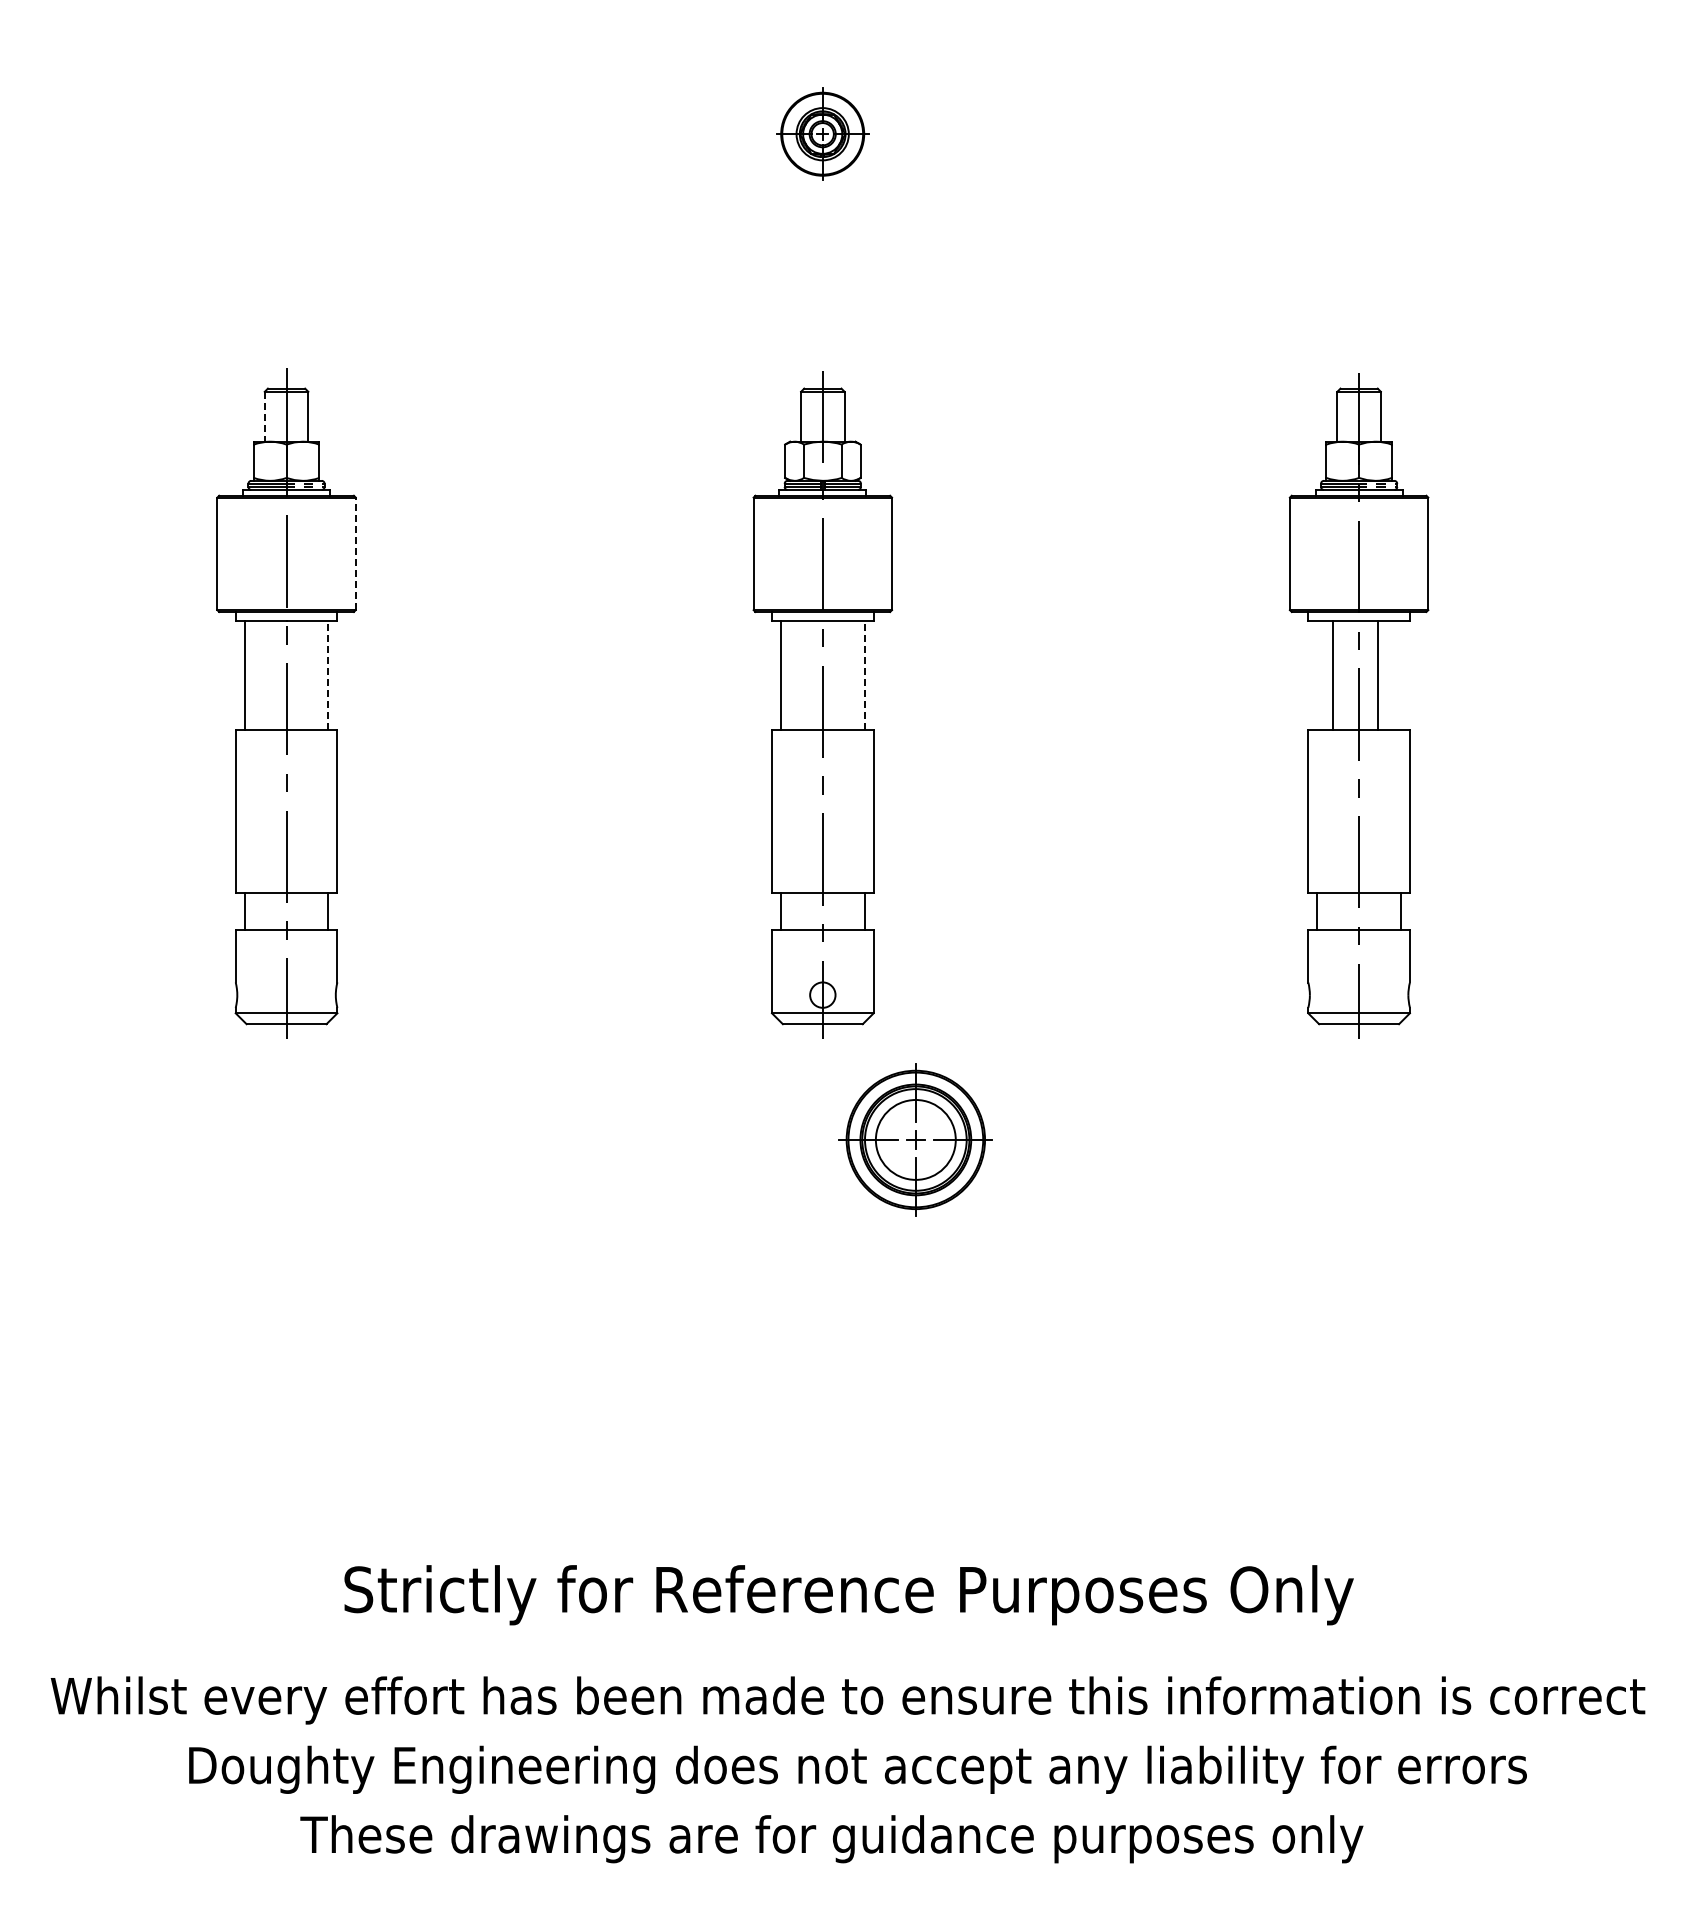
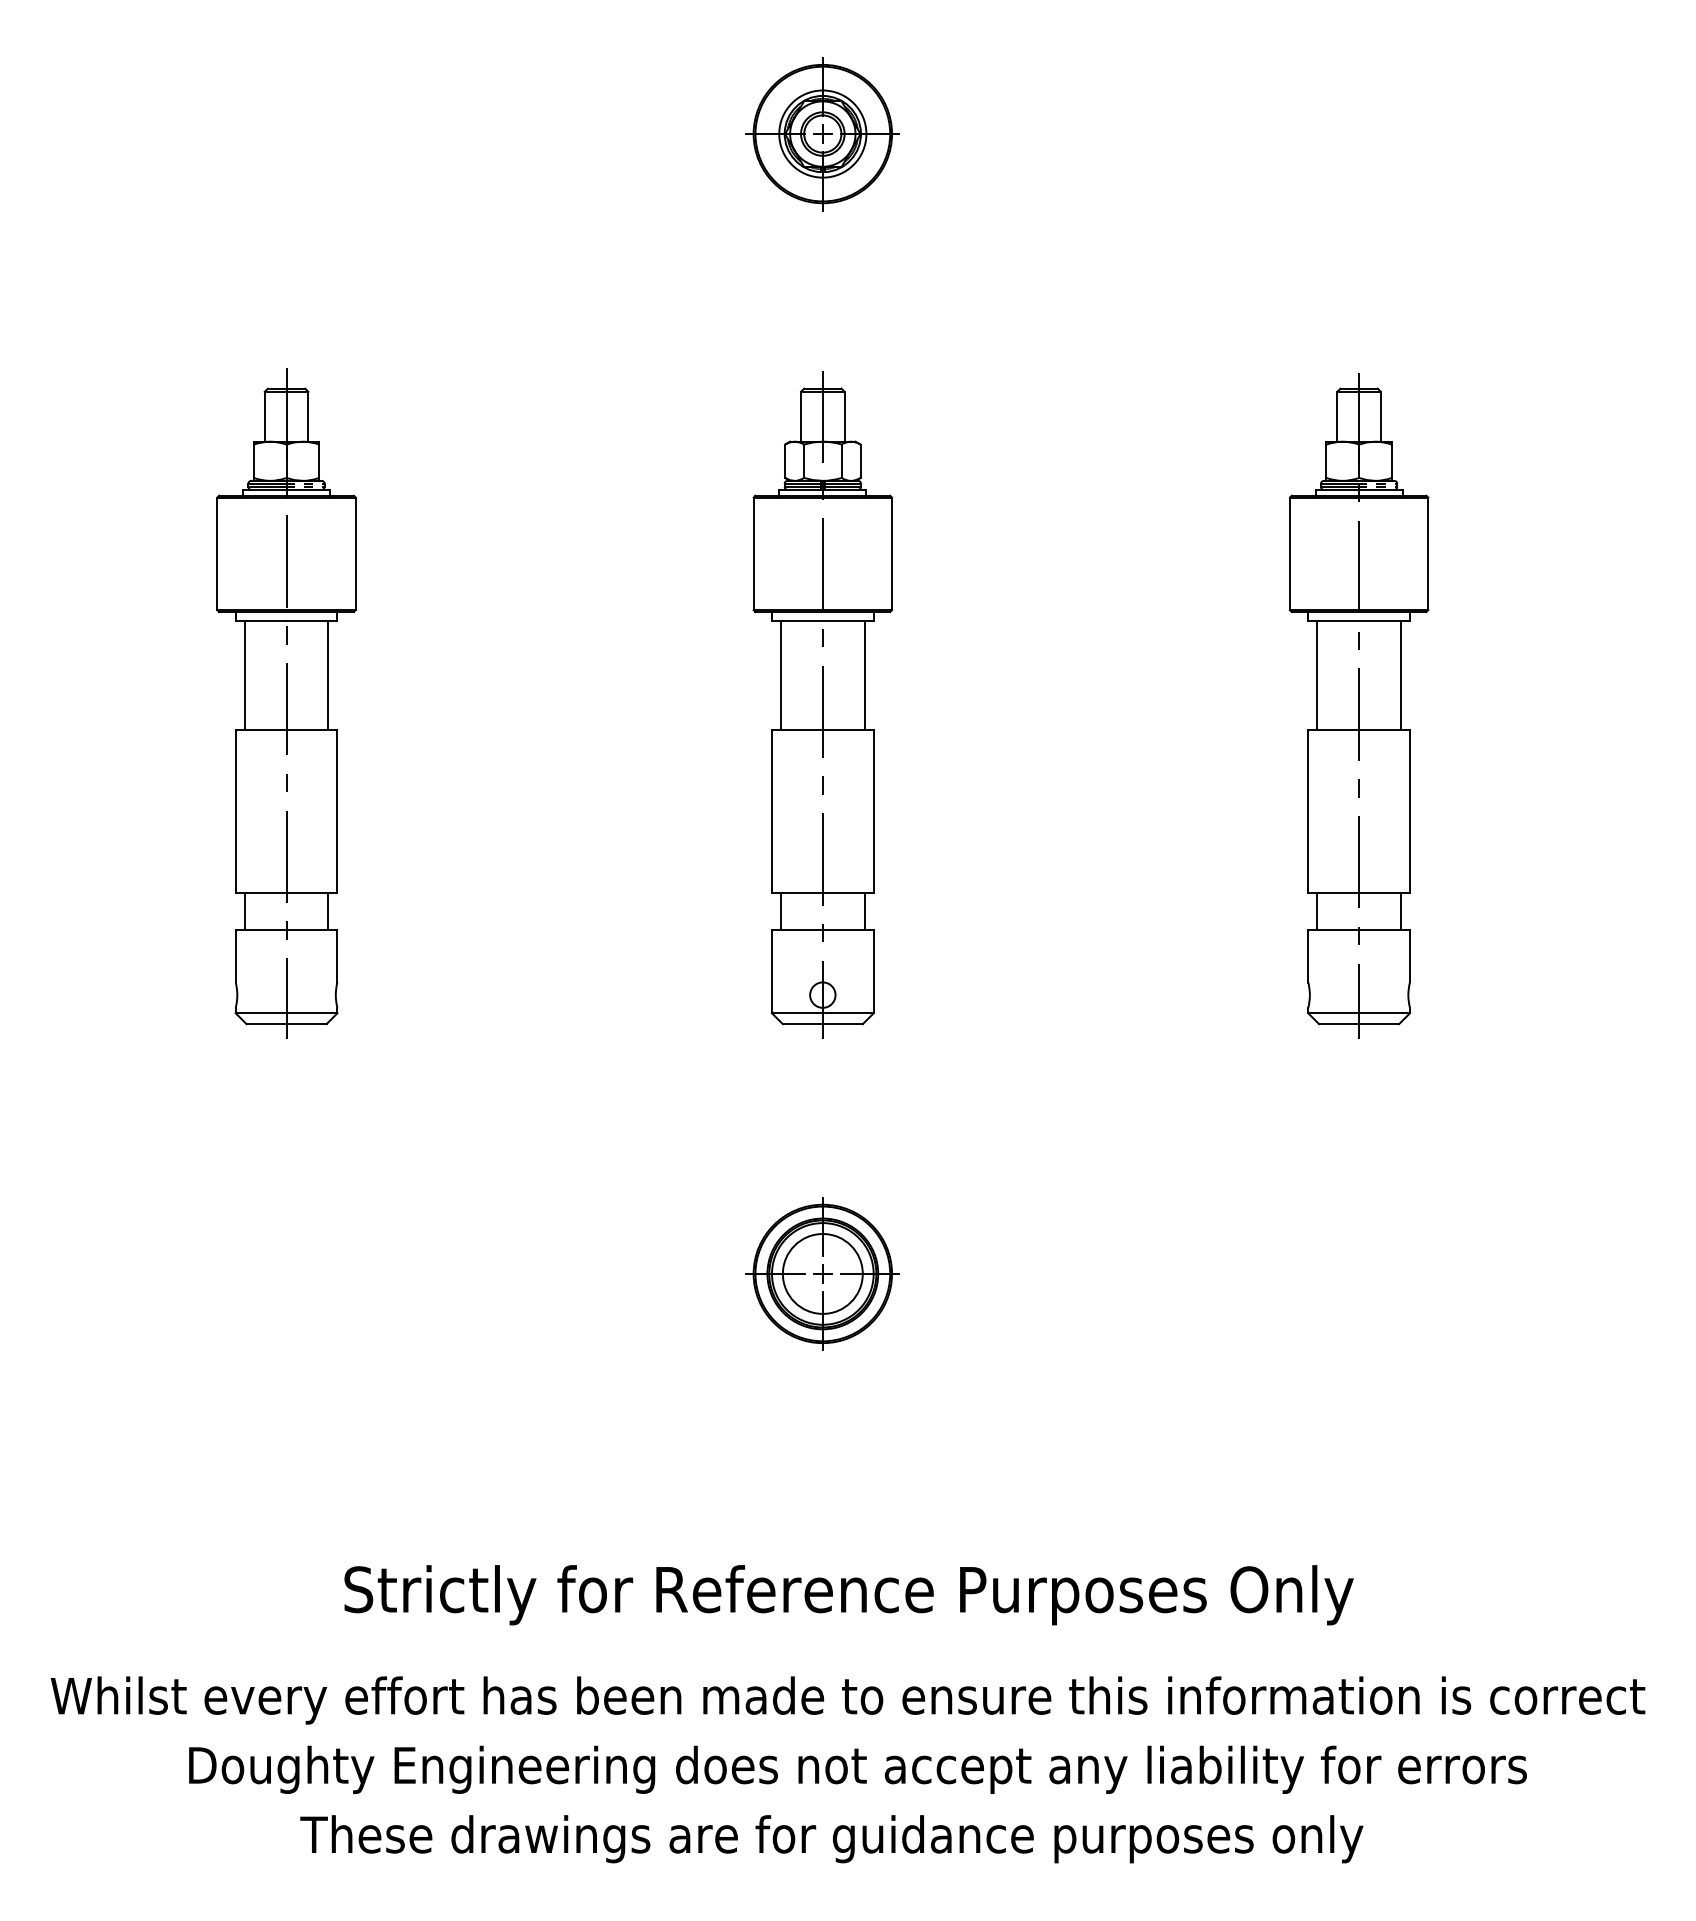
part at (822, 133) size: 94x94 px -> 155x155 px
line at (264, 416): dashed -> solid
line at (355, 553): dashed -> solid
line at (328, 675): dashed -> solid
line at (864, 675): dashed -> solid
line at (1333, 675) position: (1333, 675) -> (1317, 675)
line at (1377, 675) position: (1377, 675) -> (1400, 675)
part at (915, 1139) position: (915, 1139) -> (822, 1273)
